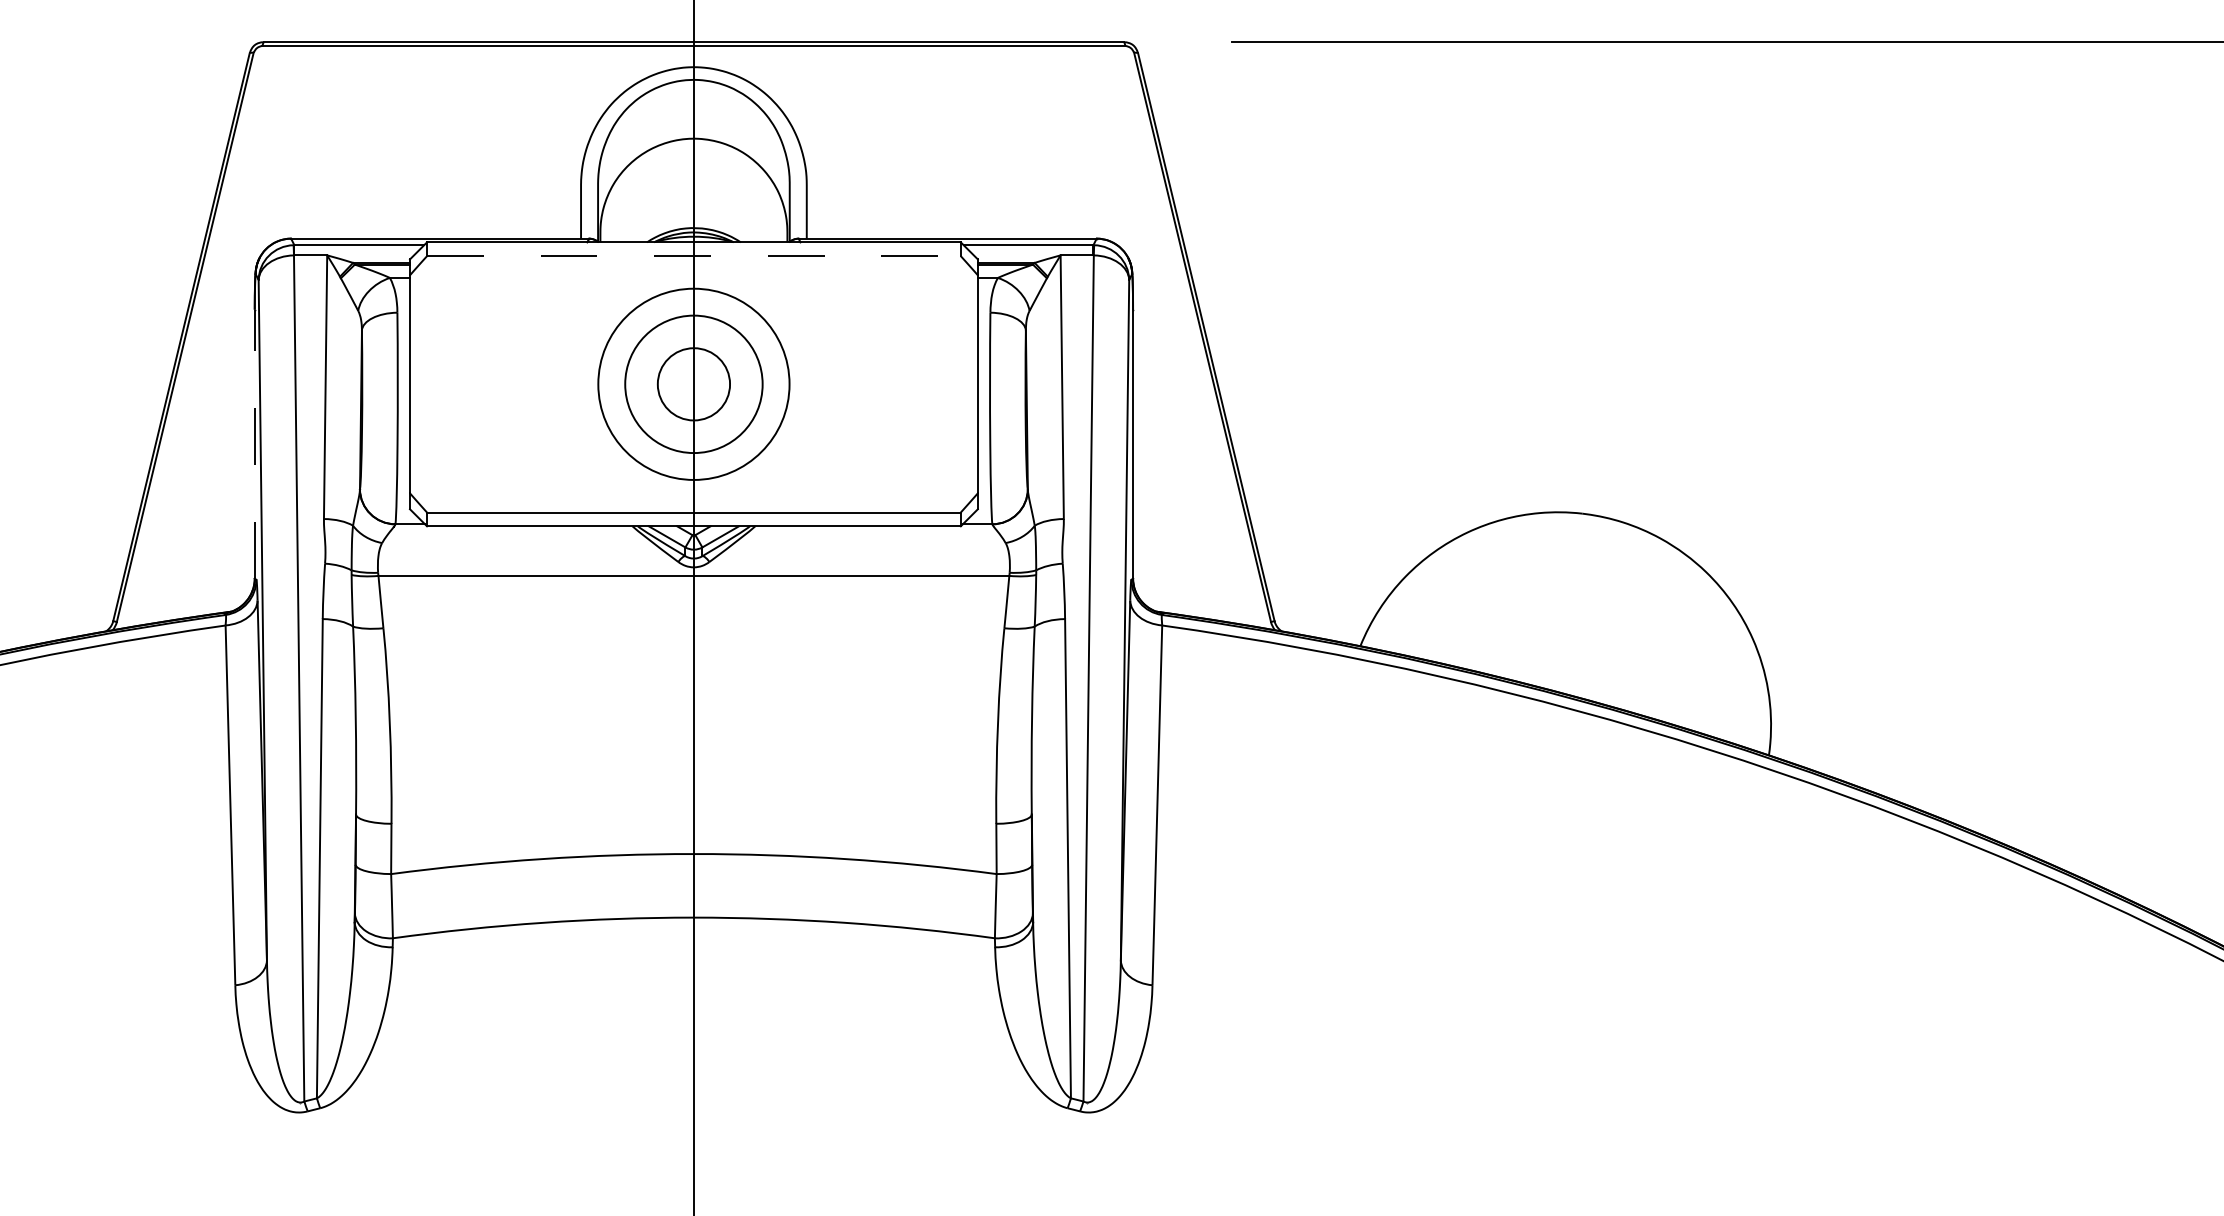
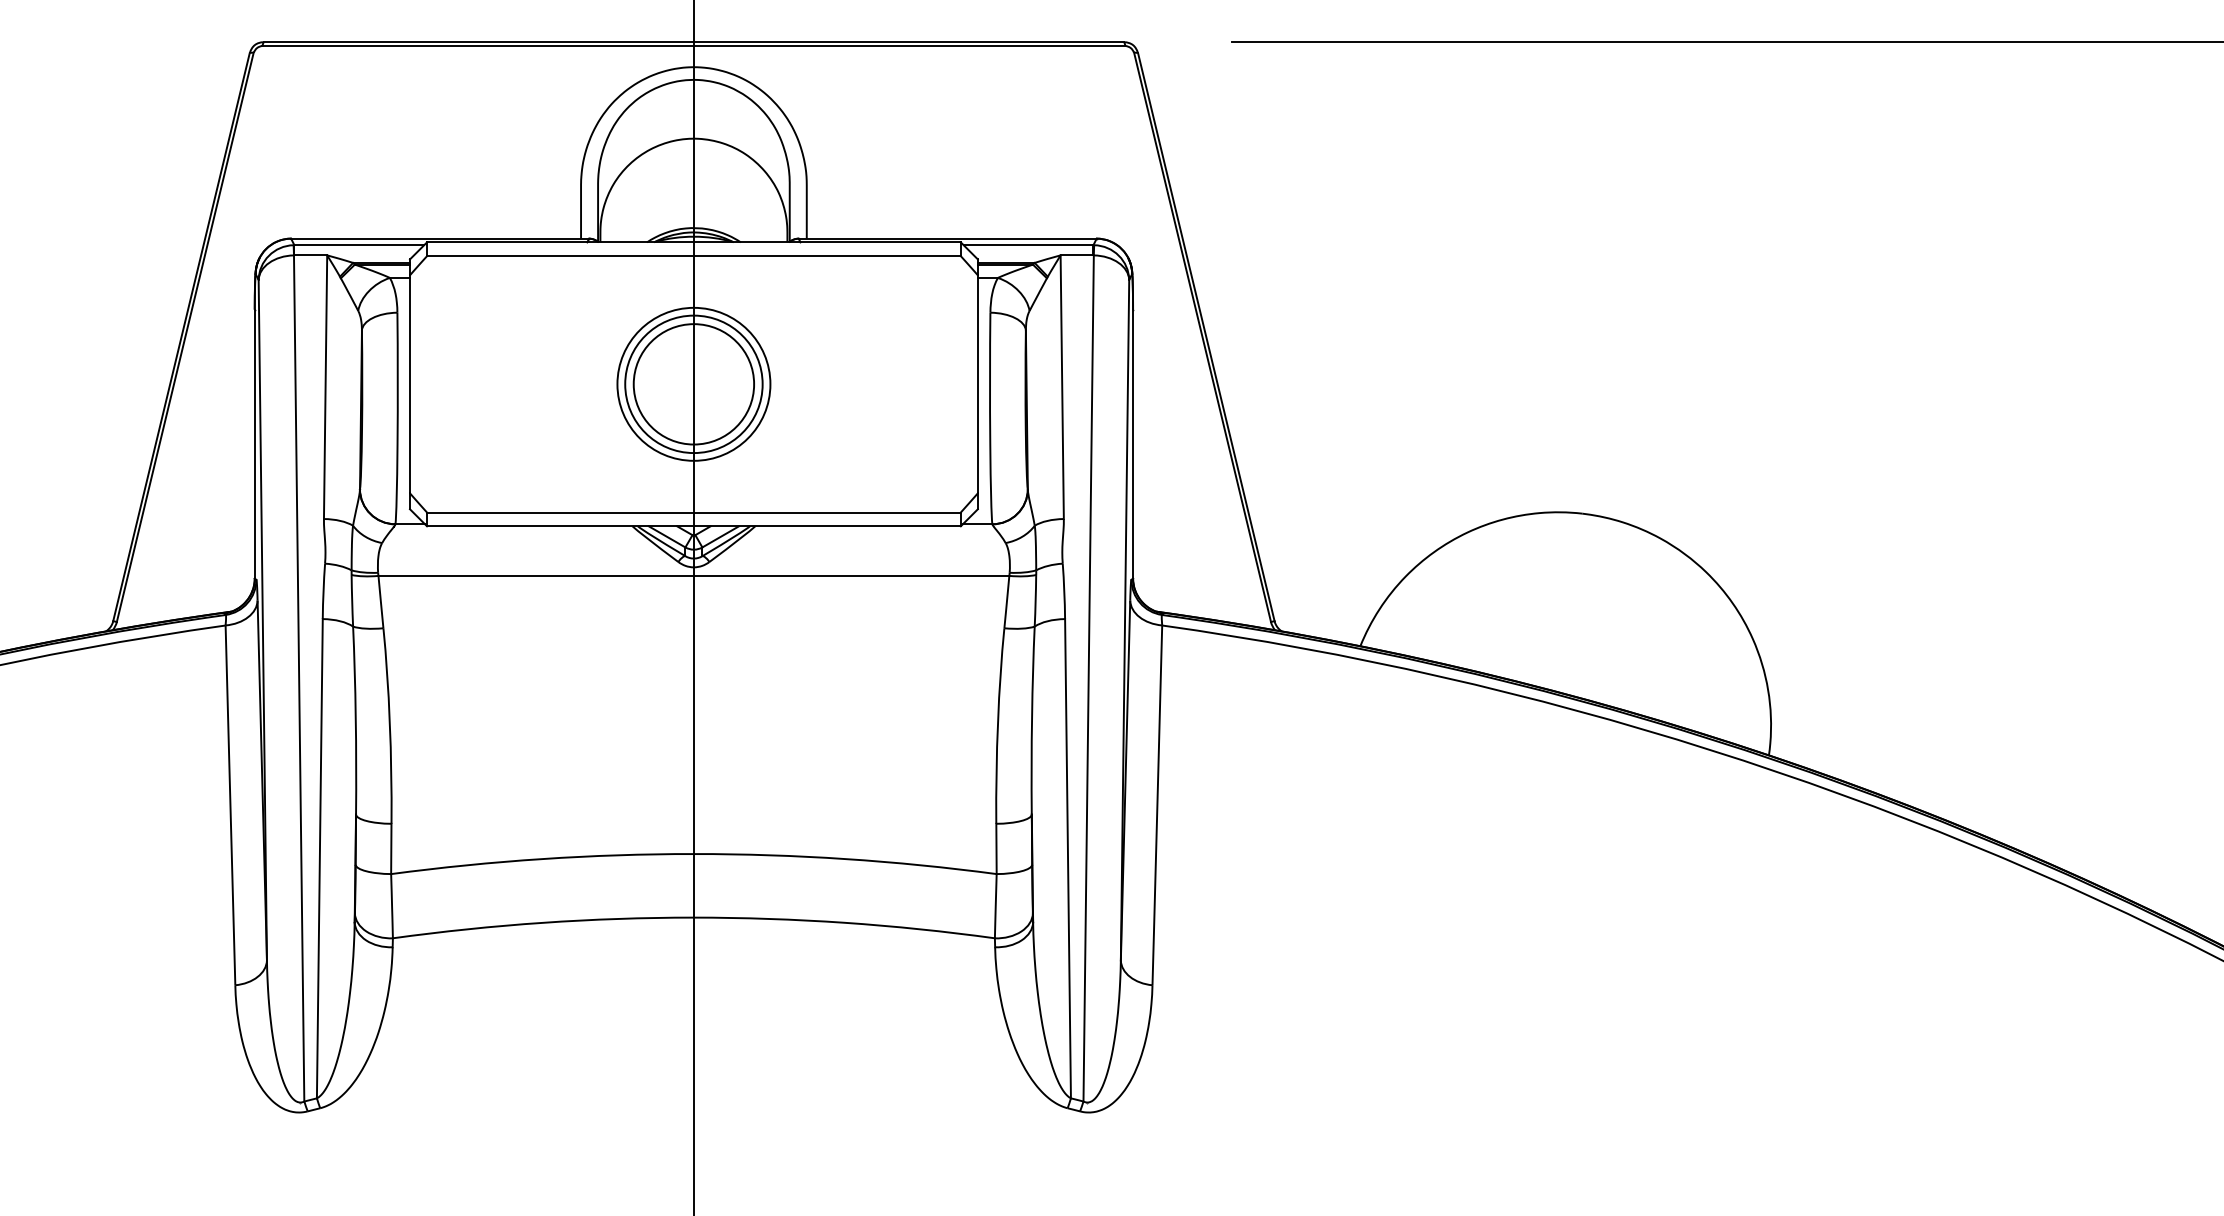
line at (693, 256): dashed -> solid
circle at (693, 383) diameter: 191 px -> 153 px
circle at (693, 384) diameter: 72 px -> 120 px
line at (254, 443): dashed -> solid
